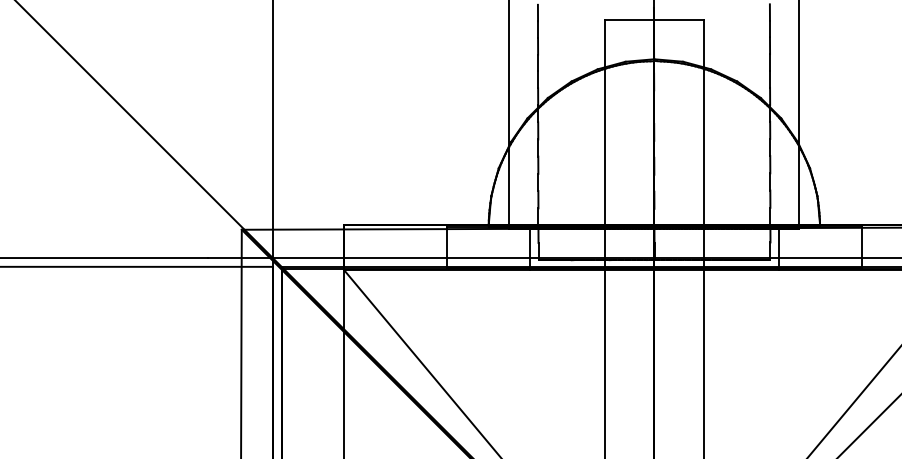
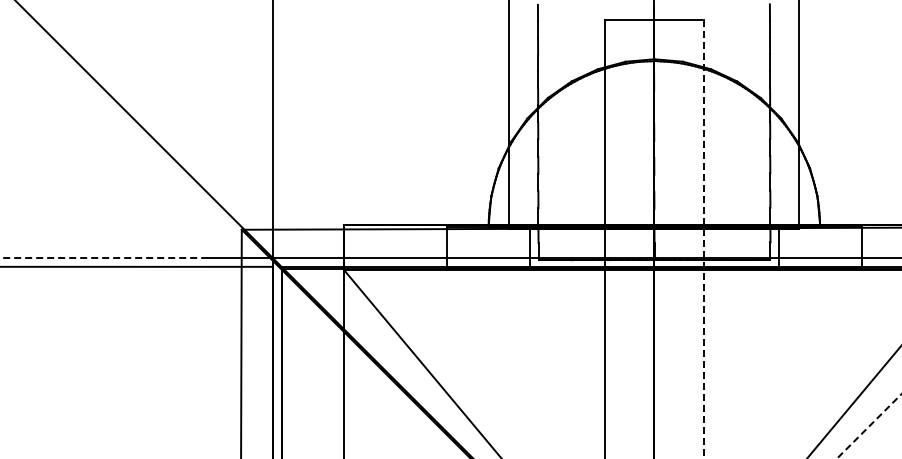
line at (704, 239): solid -> dashed
line at (104, 258): solid -> dashed
line at (869, 426): solid -> dashed
